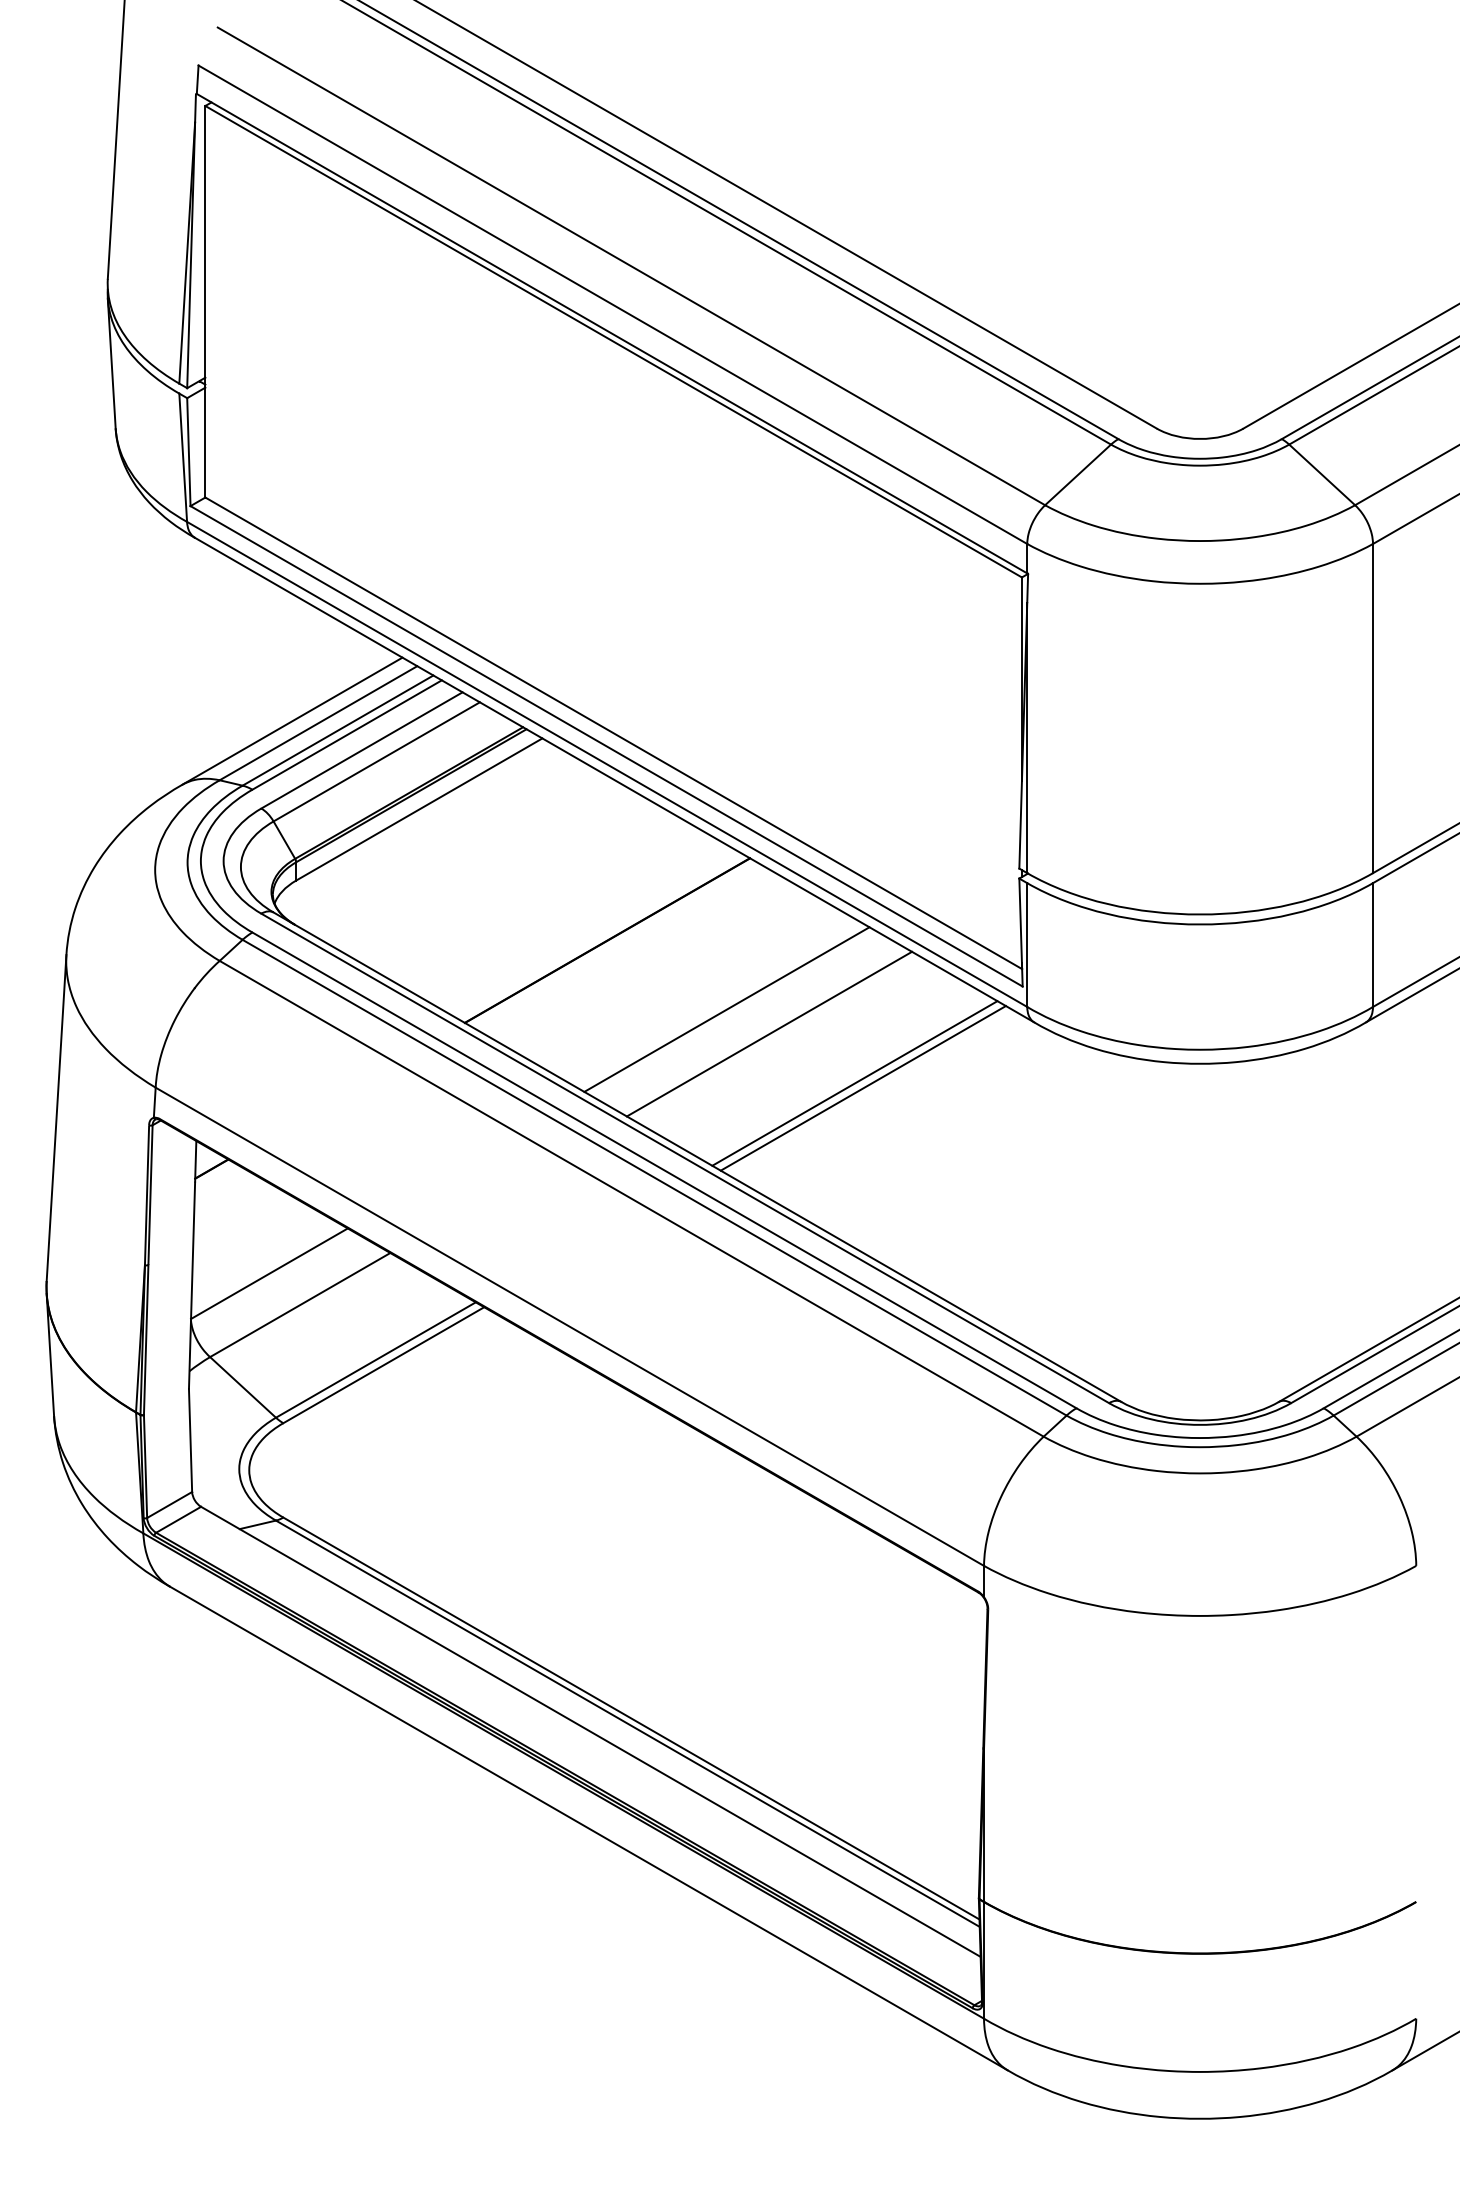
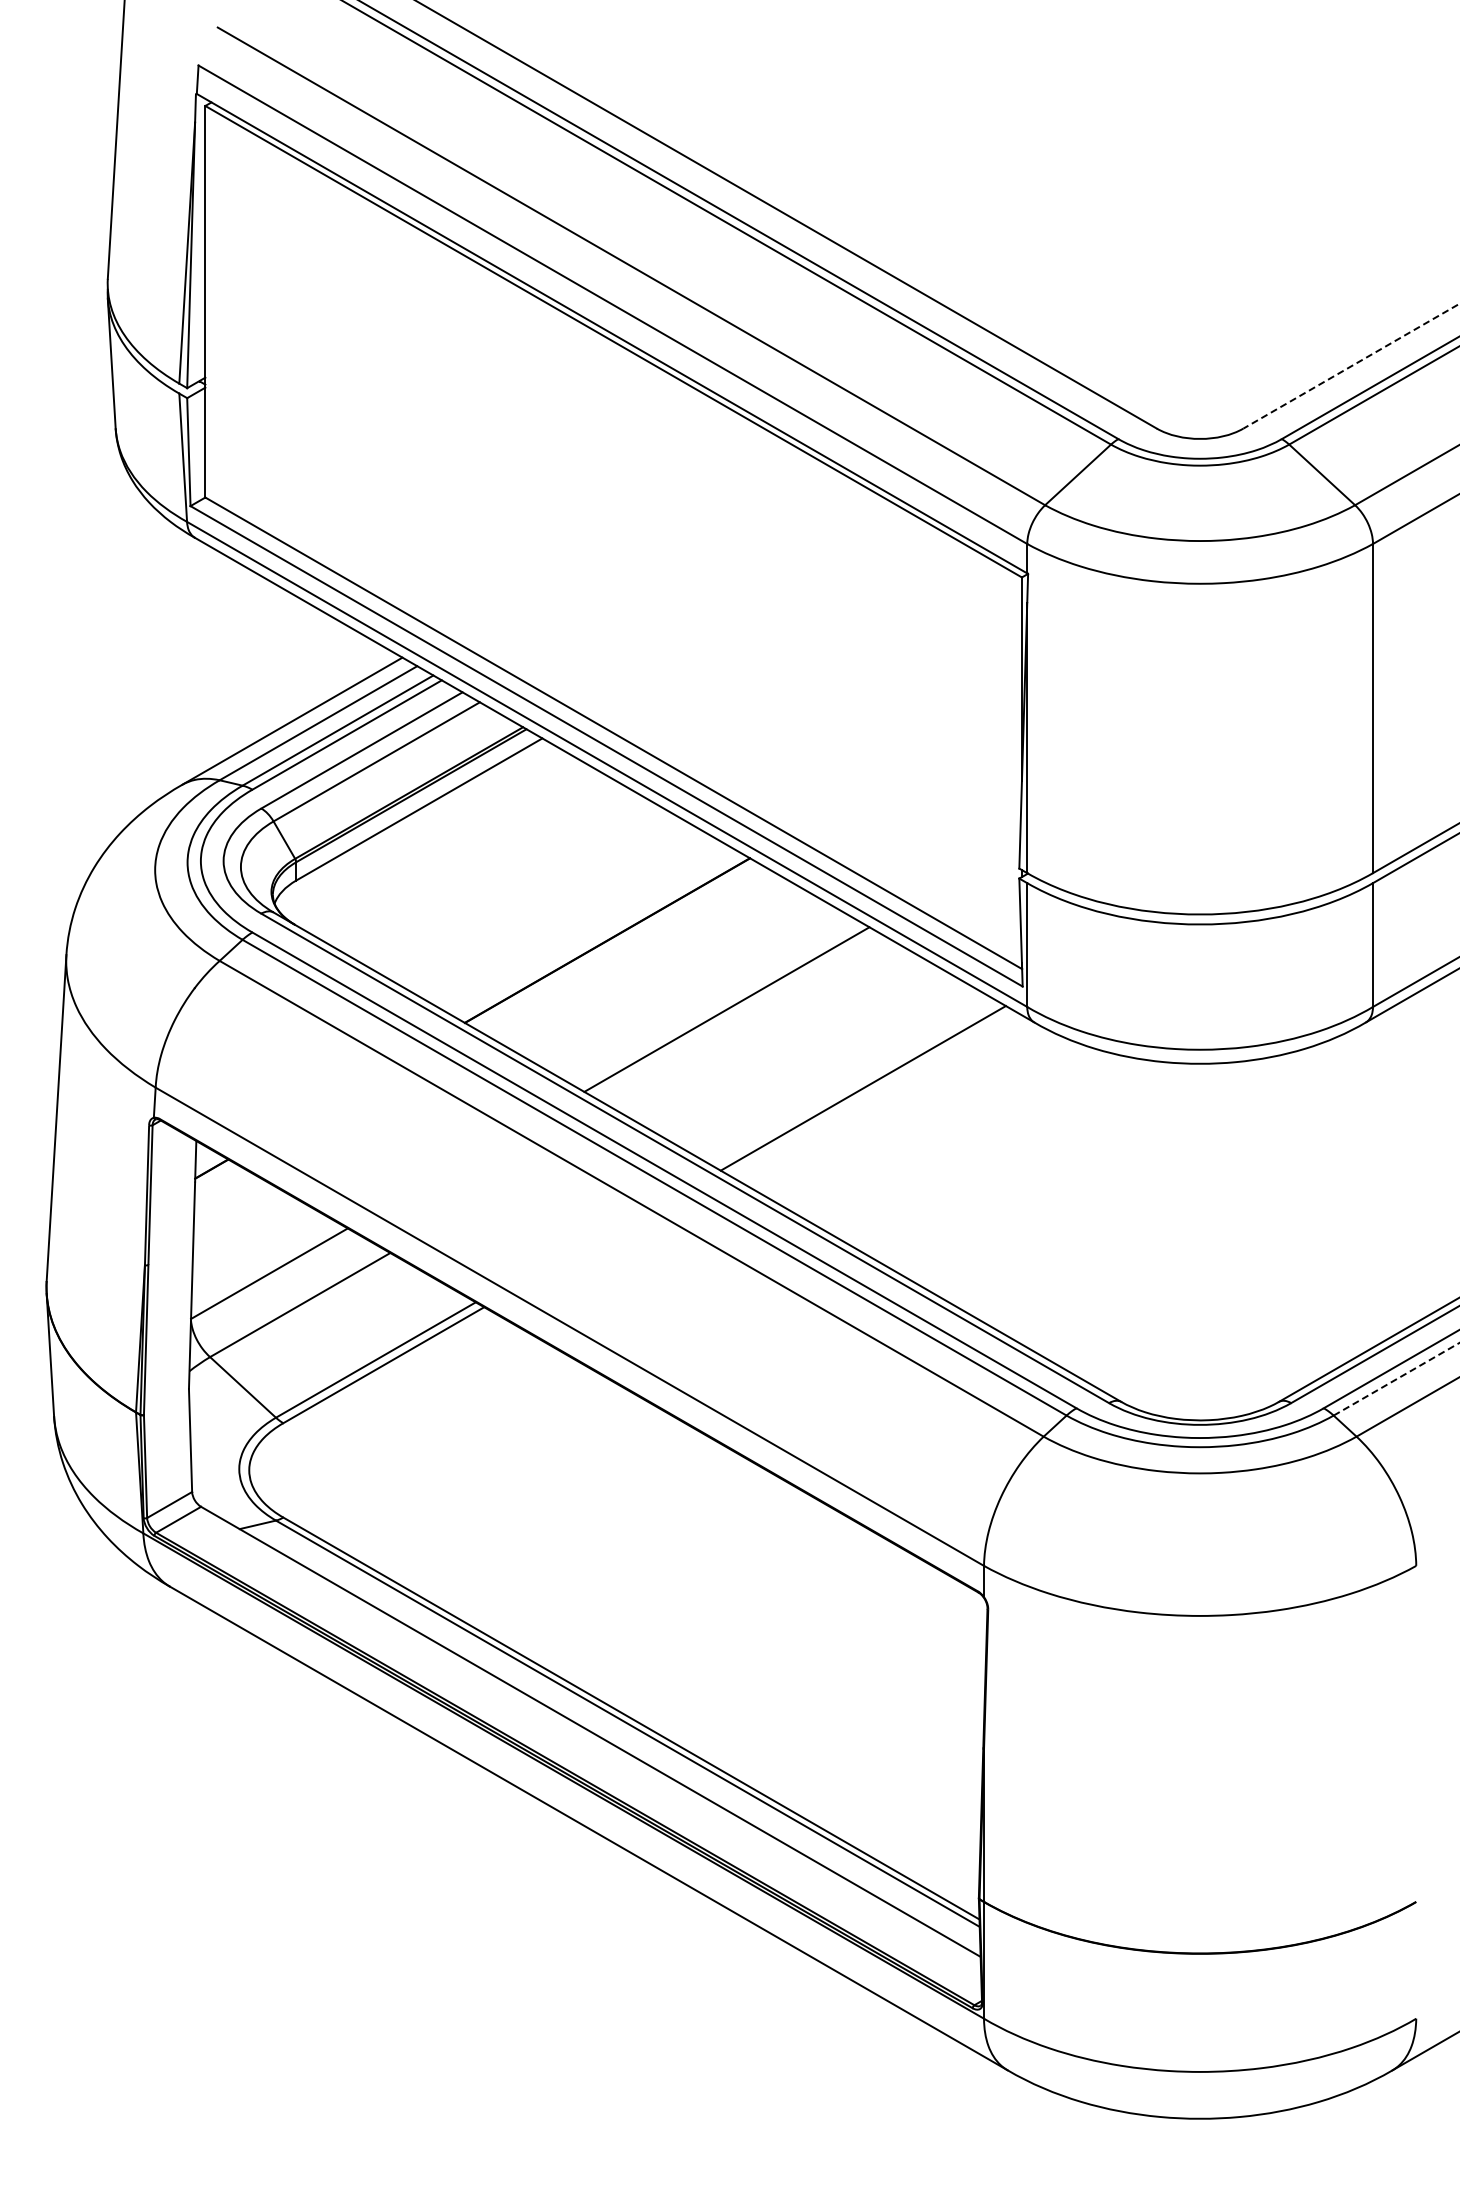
line at (1351, 366): solid -> dashed
line at (769, 1033): present -> none
line at (854, 1083): present -> none
line at (1396, 1379): solid -> dashed
